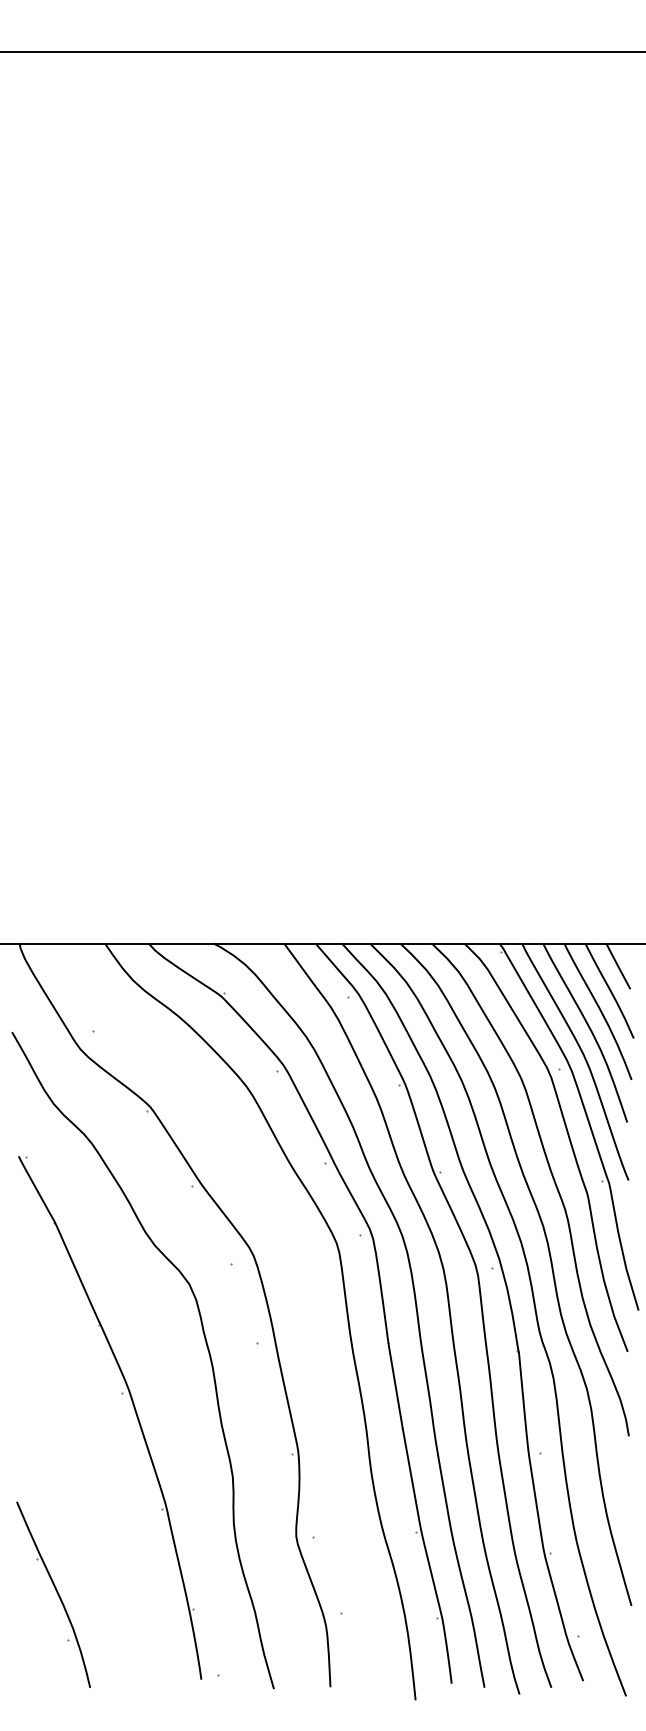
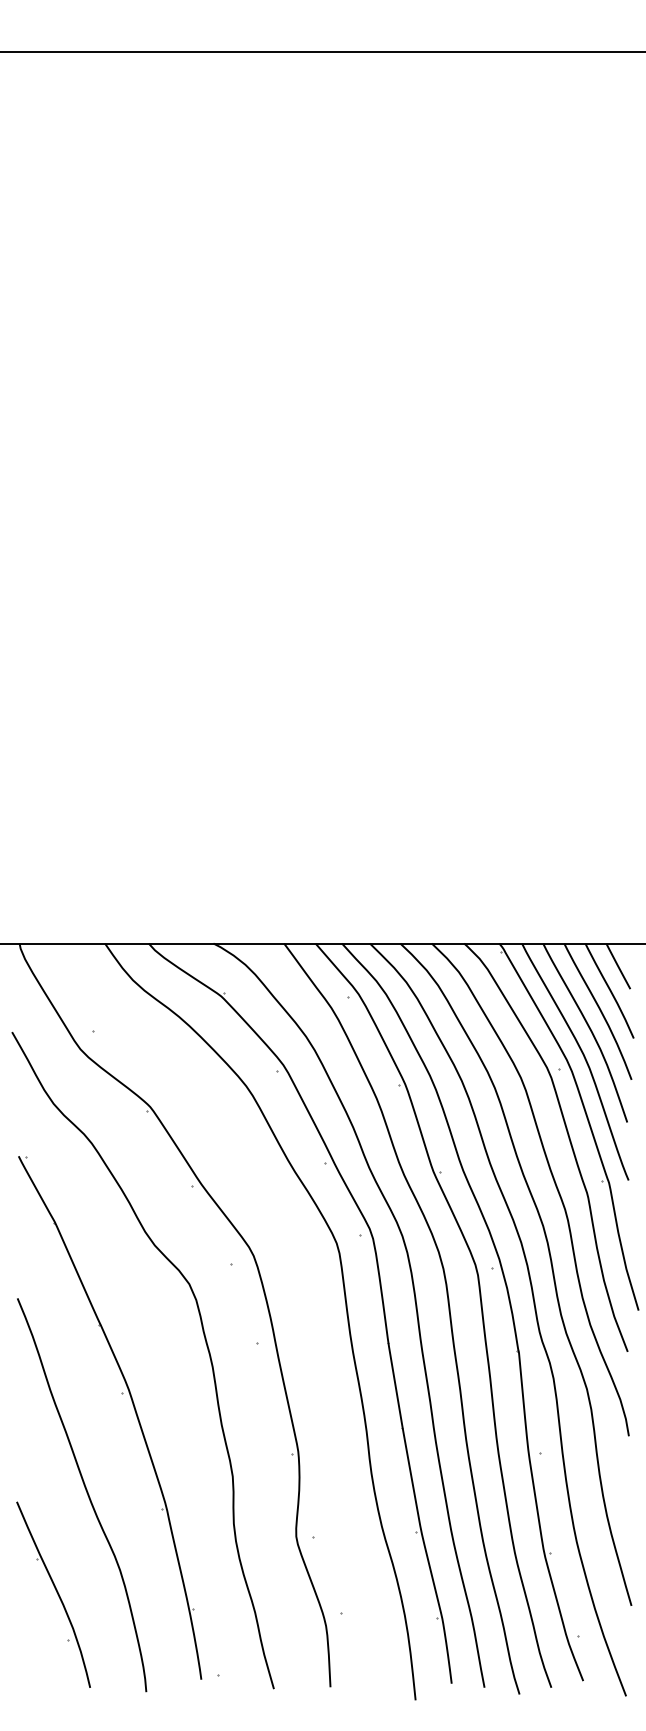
curve at (86, 1493): none -> present
